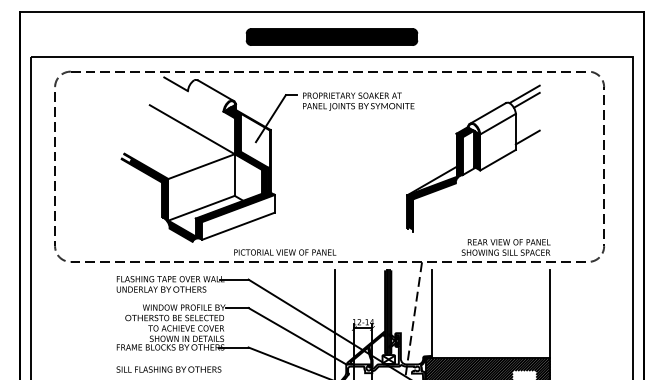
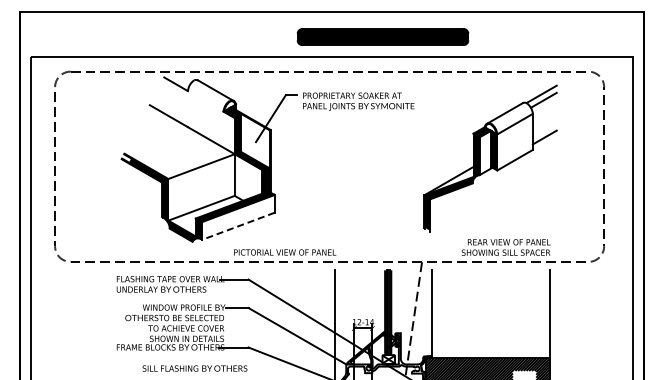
part at (331, 36) position: (331, 36) -> (382, 36)
part at (473, 158) position: (473, 158) -> (490, 158)
line at (238, 226): solid -> dashed
text at (168, 369) position: (168, 369) -> (194, 368)
